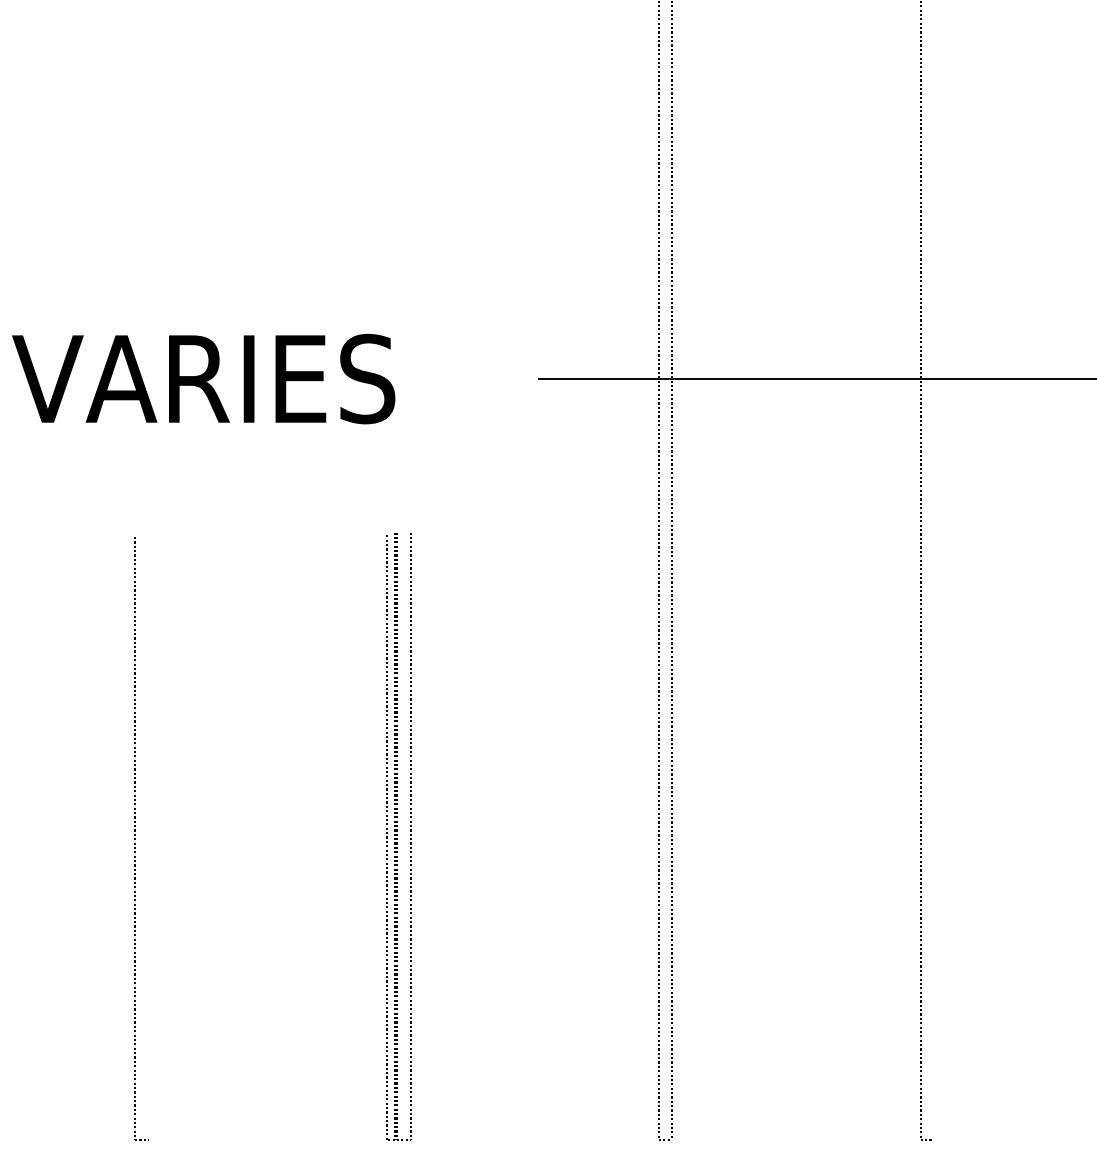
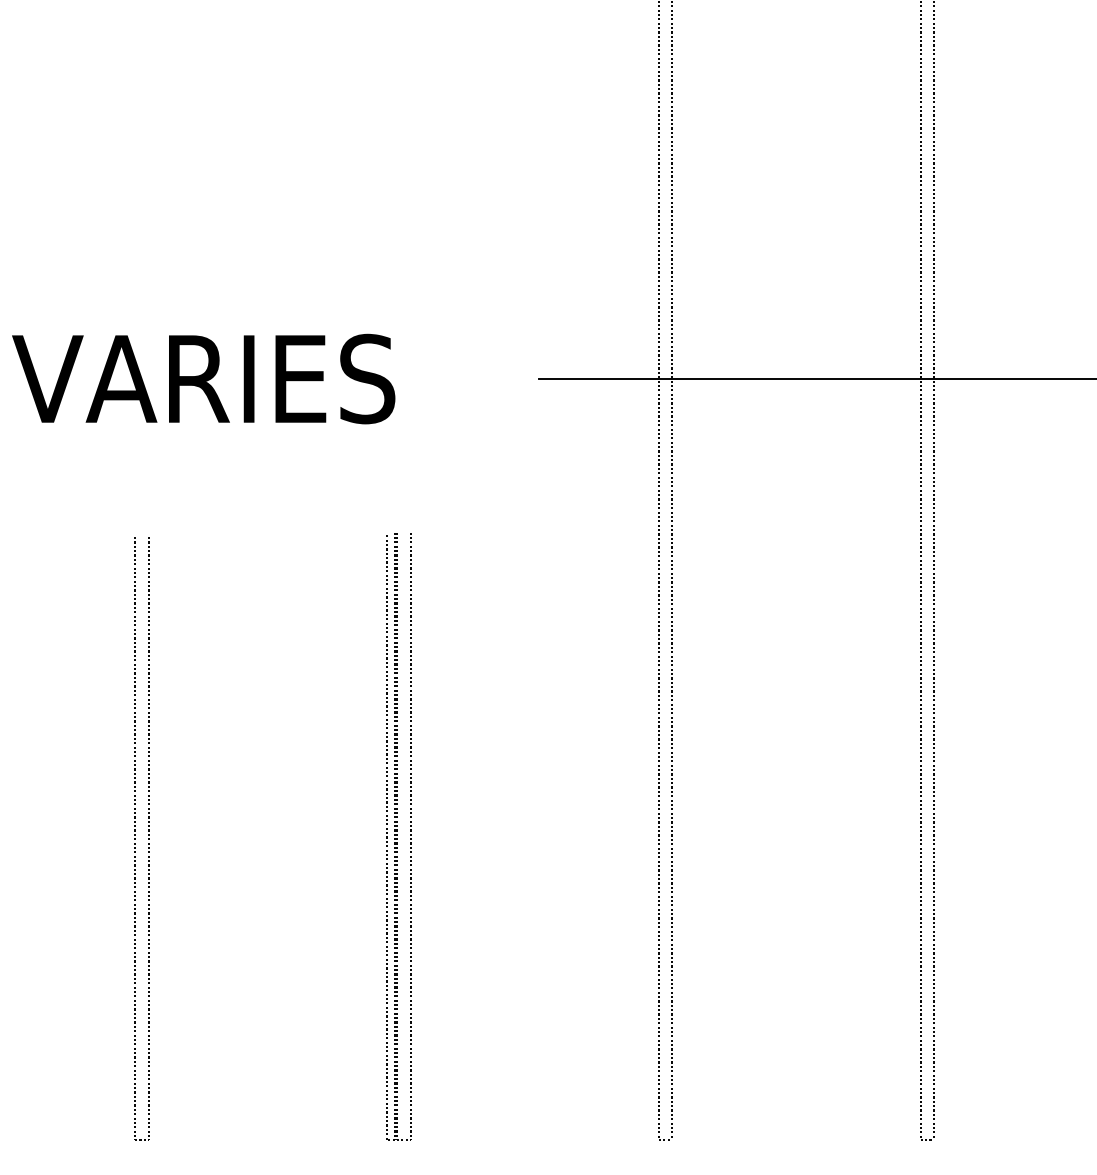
line at (934, 570): none -> present
line at (148, 838): none -> present
